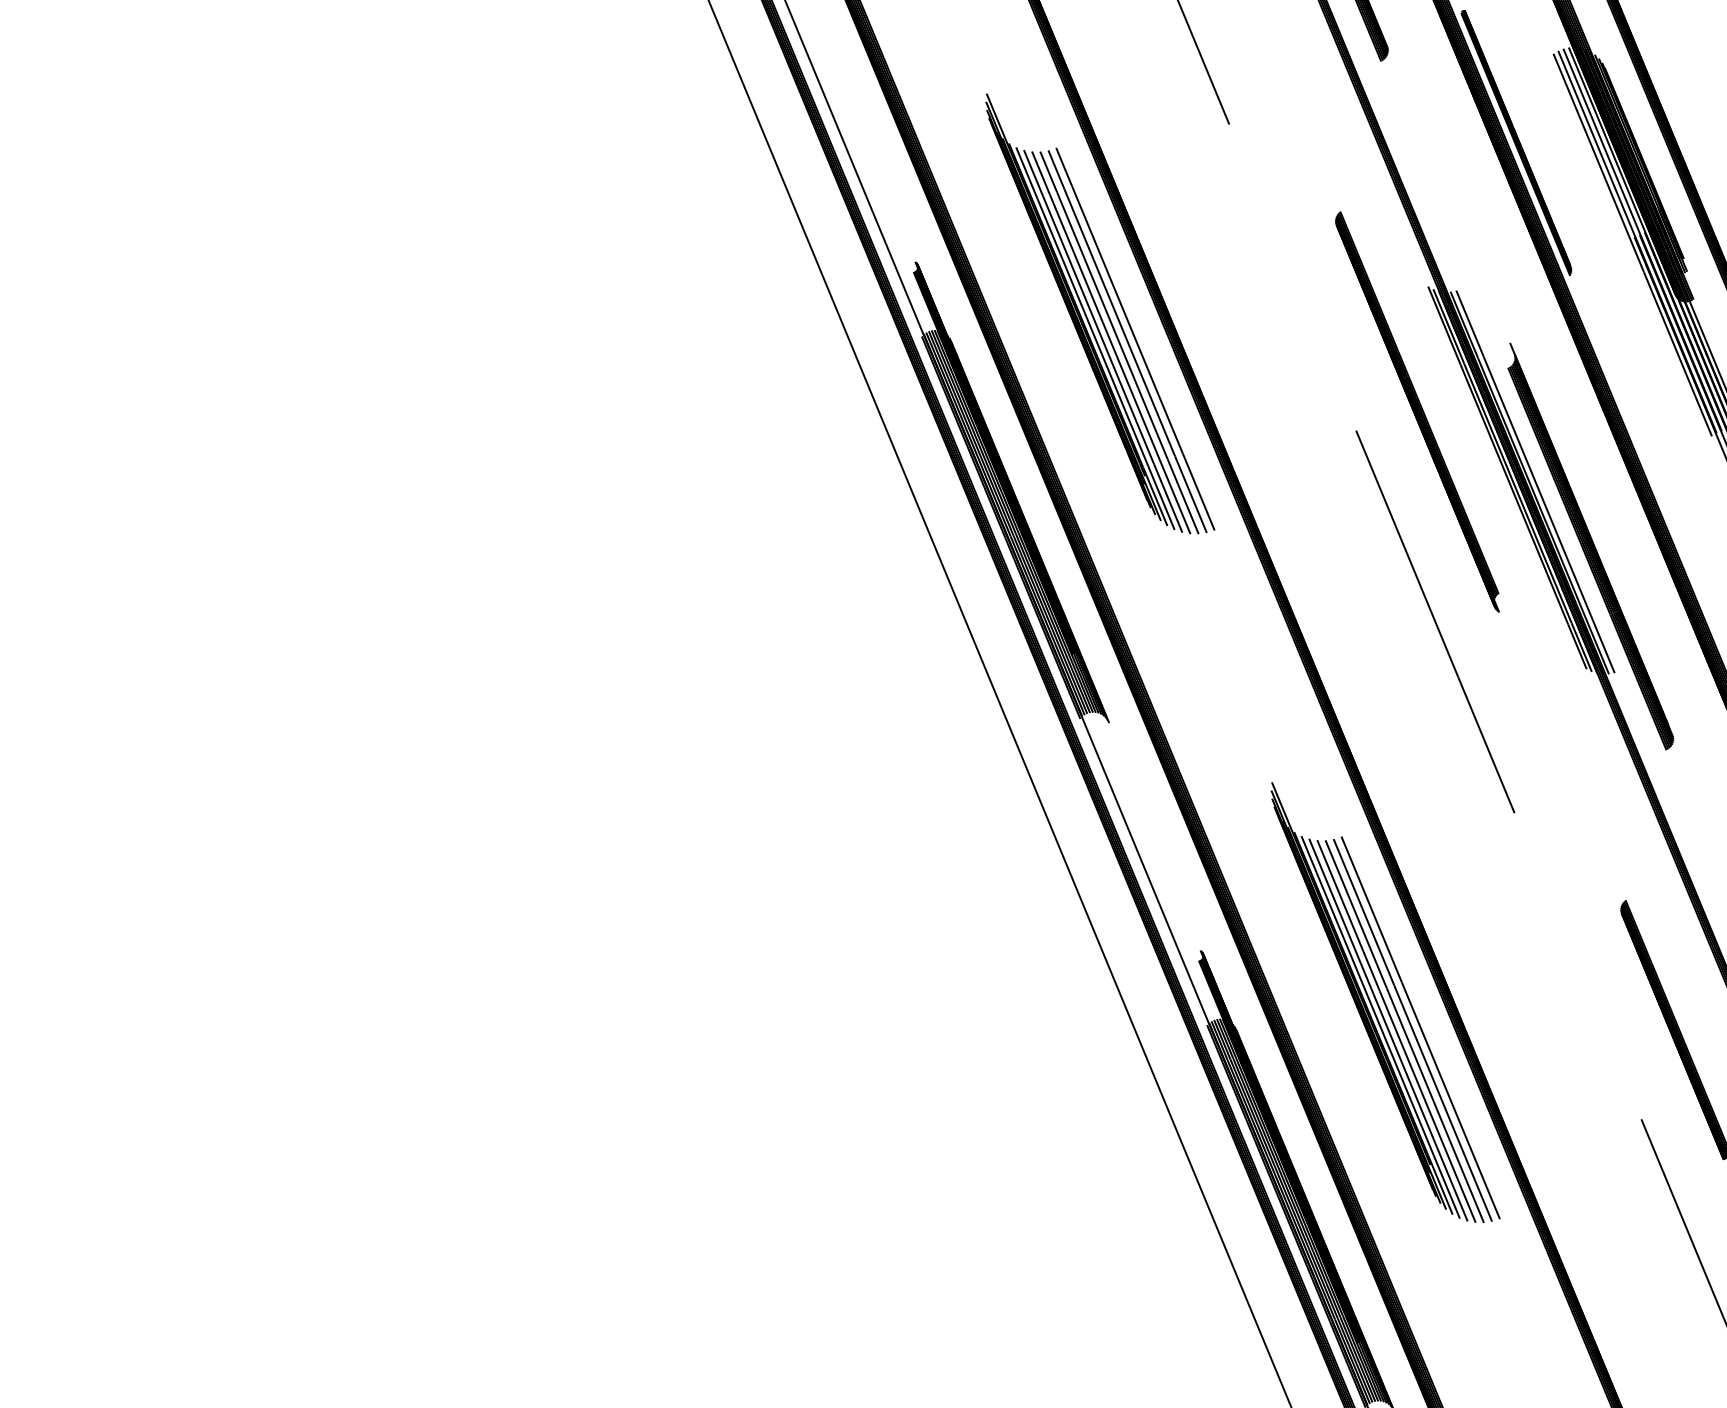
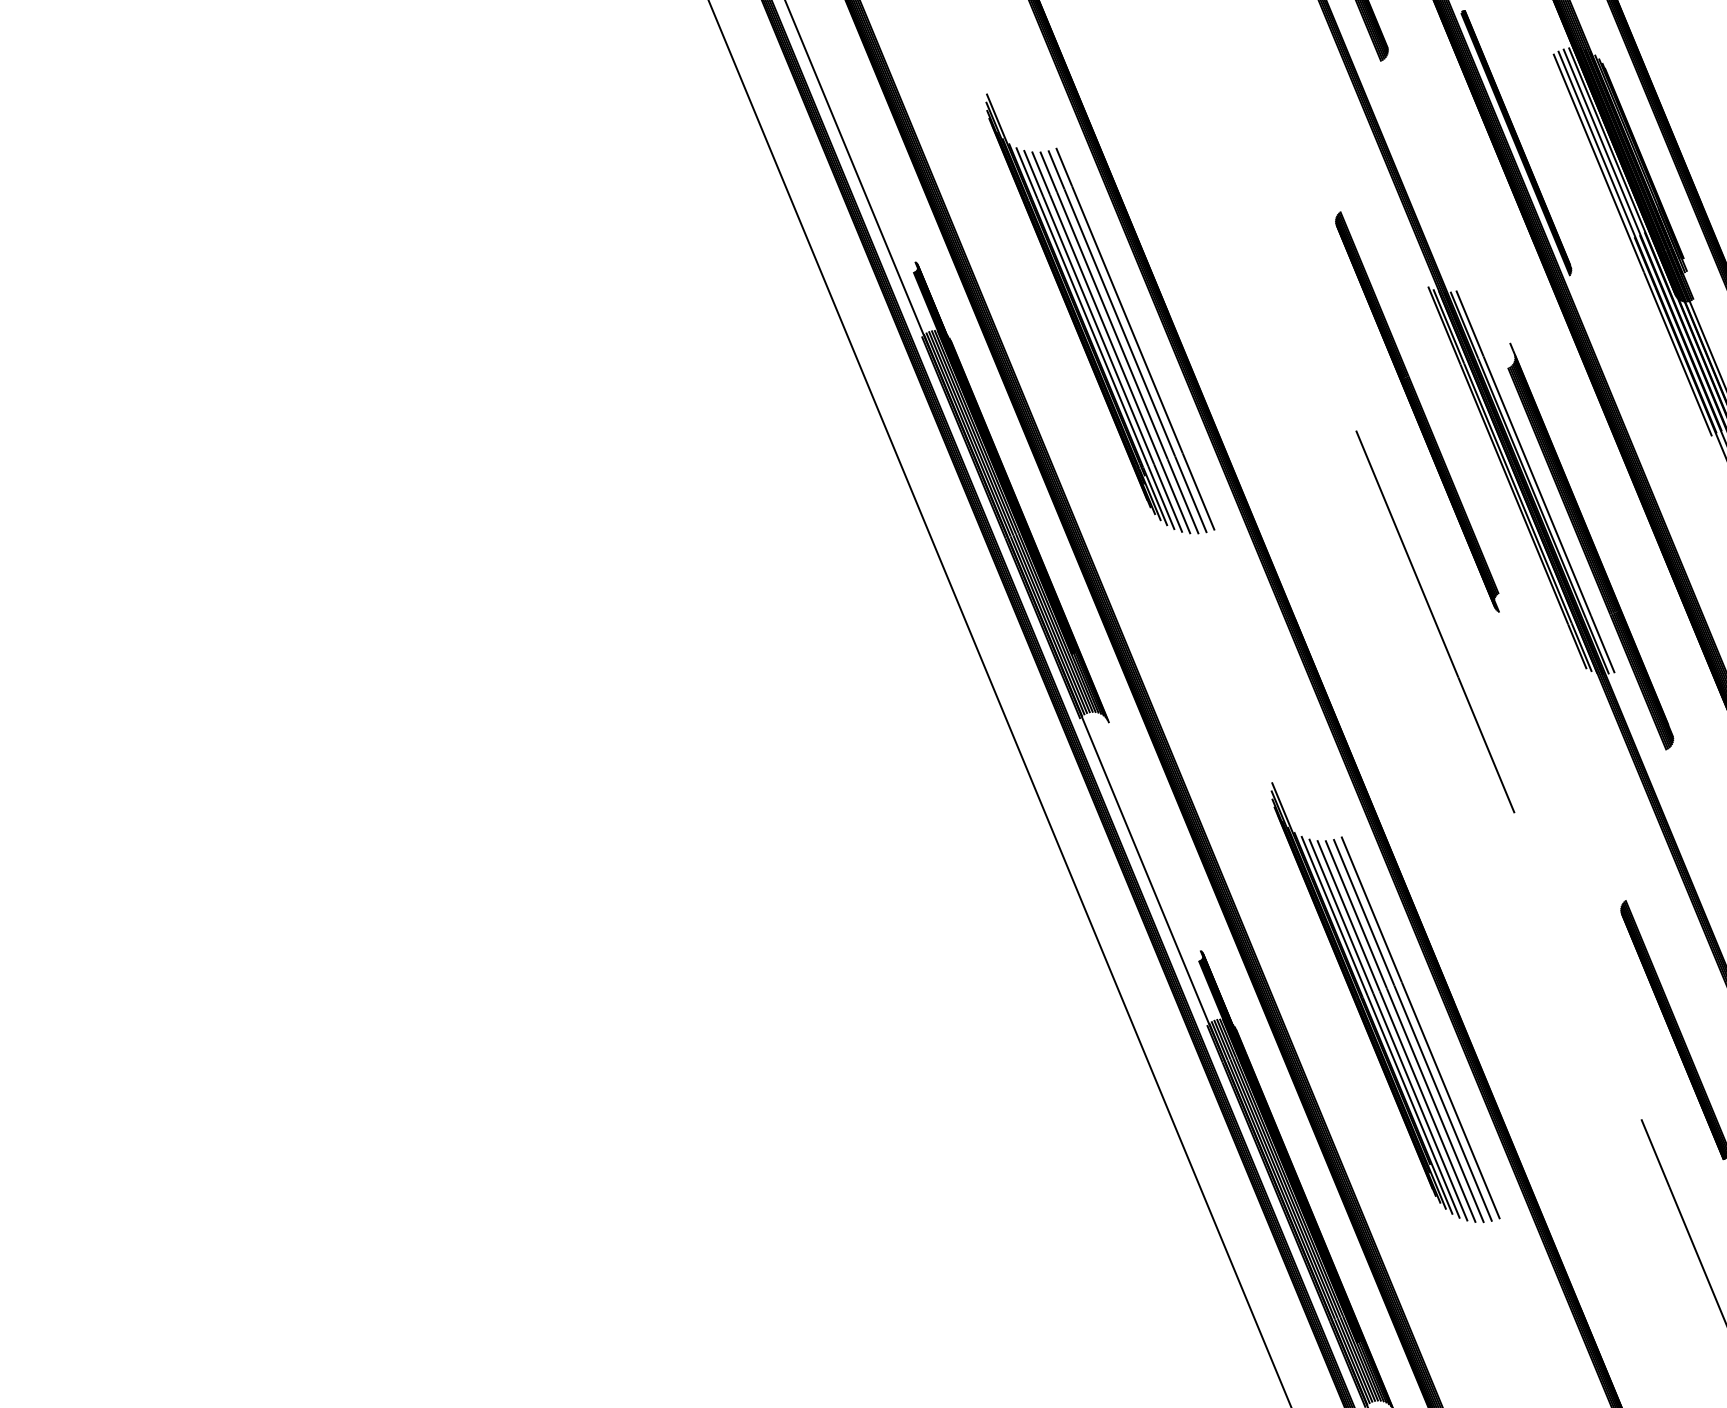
line at (1203, 63): present -> none
